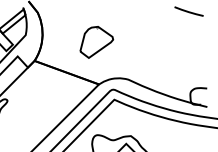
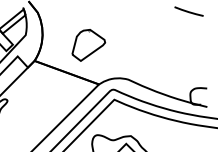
part at (96, 42) position: (96, 42) -> (88, 45)
